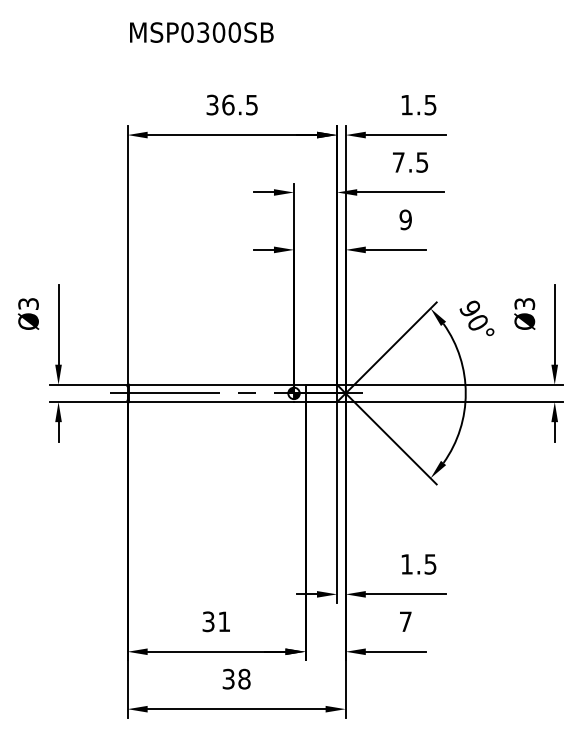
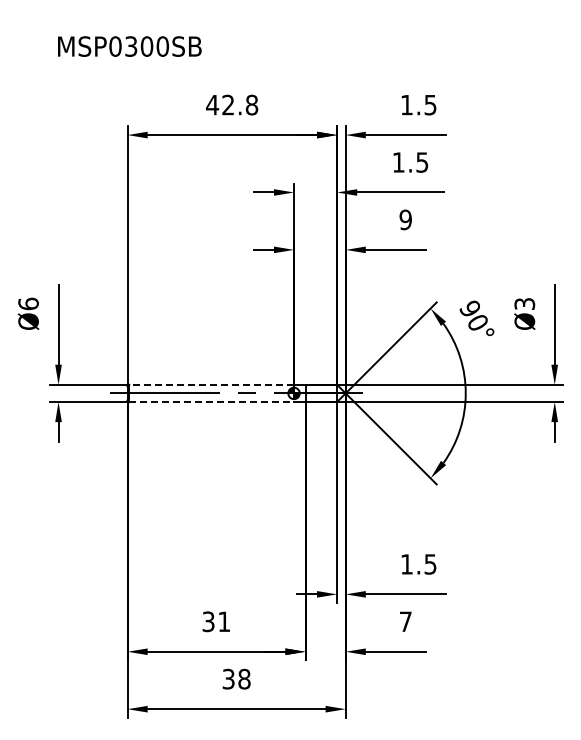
text at (201, 32) position: (201, 32) -> (129, 46)
text at (232, 104): 36.5 -> 42.8
text at (398, 162): 7.5 -> 1.5
text at (28, 303): Ø3 -> Ø6
line at (211, 384): solid -> dashed
line at (212, 402): solid -> dashed
